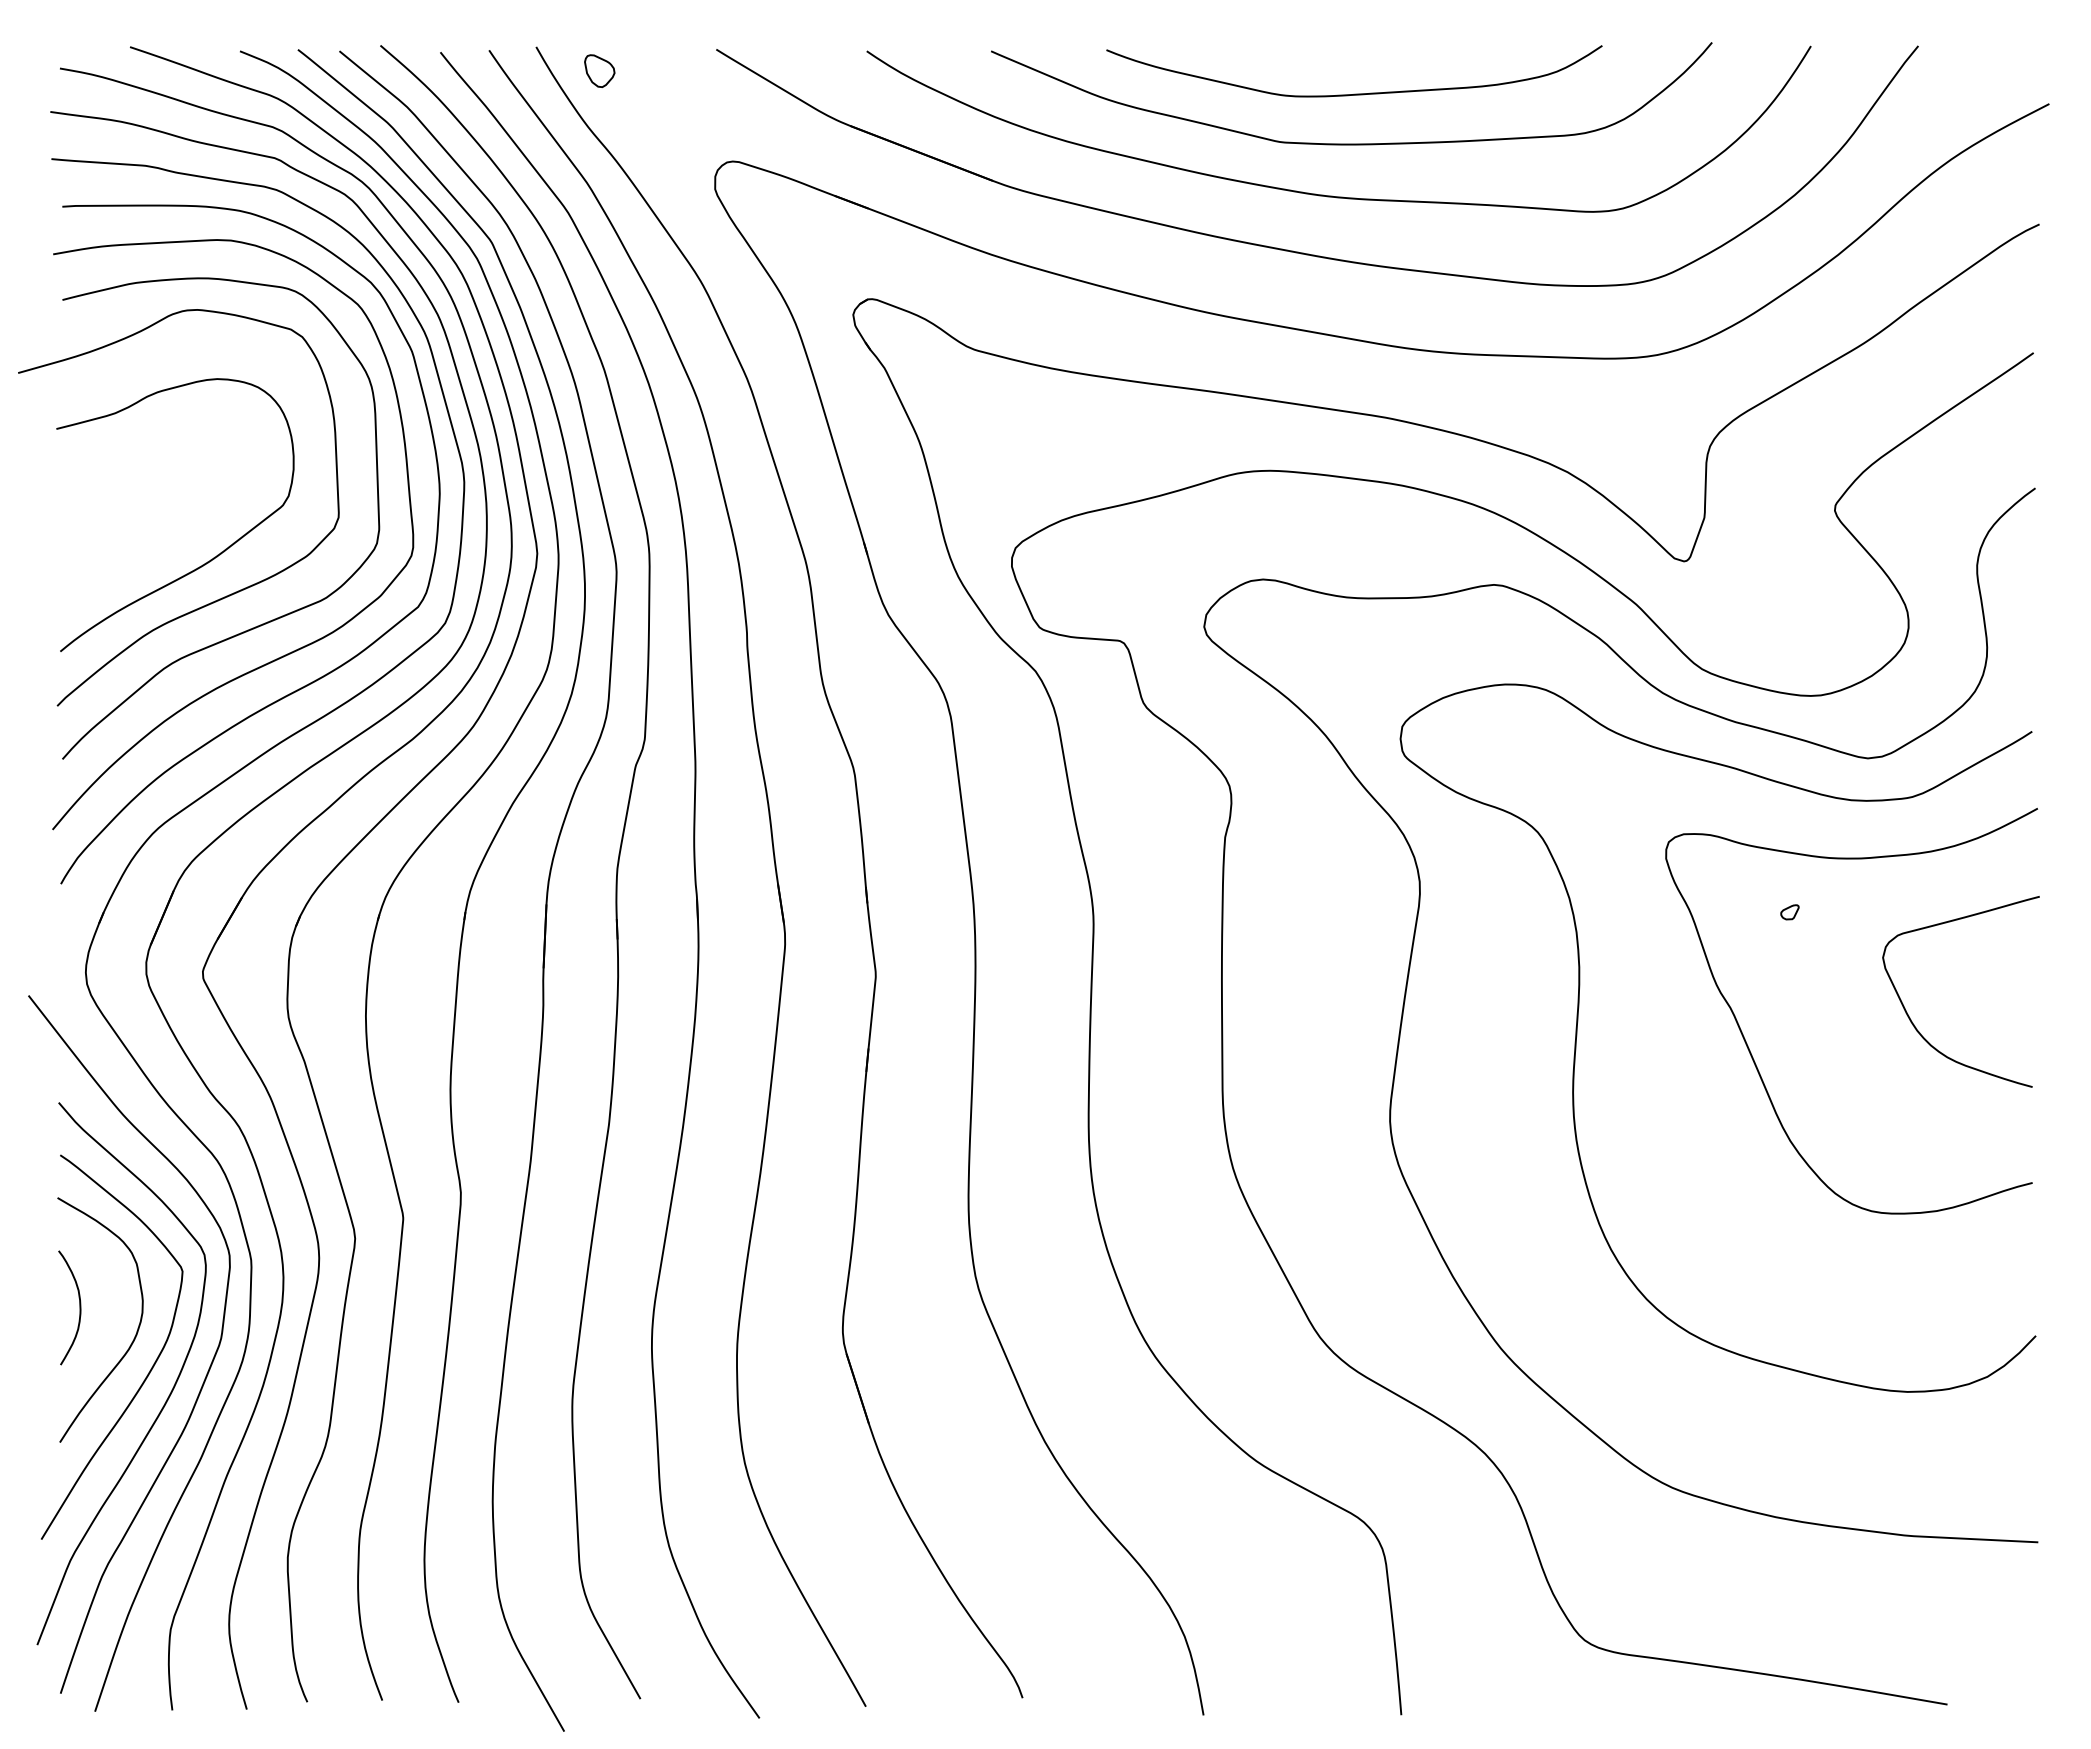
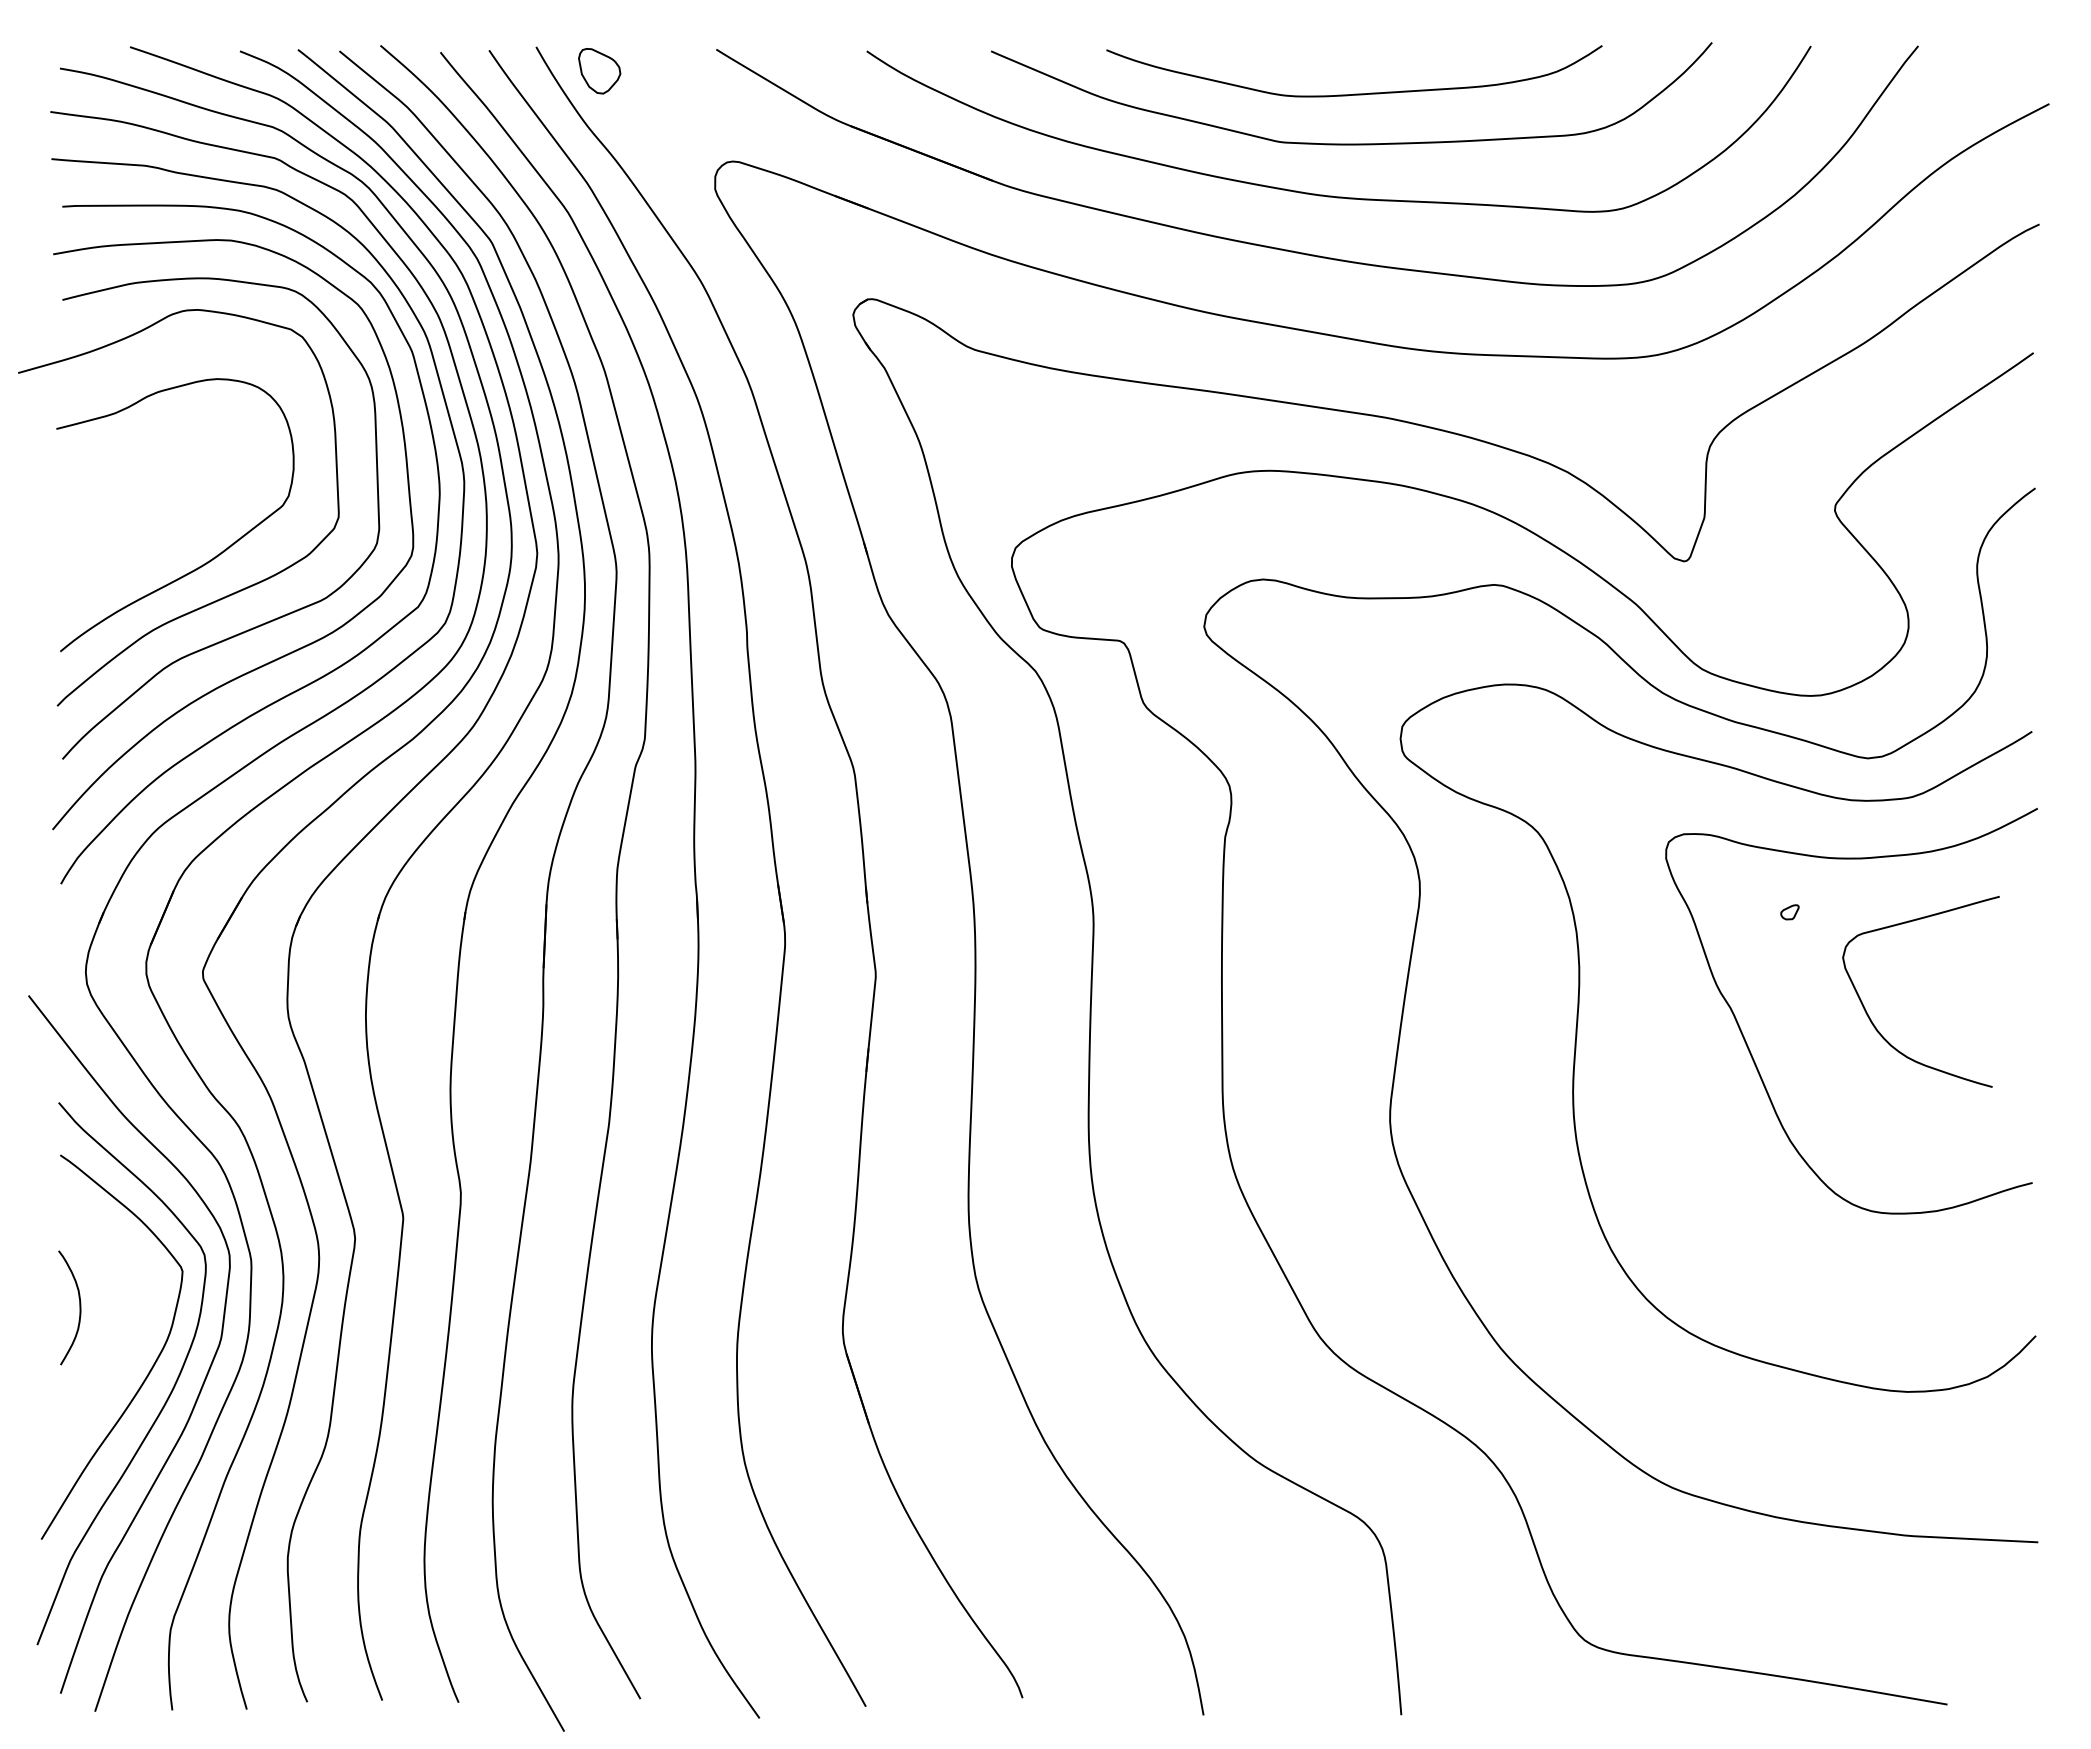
part at (599, 70) size: 32x34 px -> 44x47 px
curve at (1910, 1017) position: (1910, 1017) -> (1870, 1017)
curve at (136, 1331): present -> none
